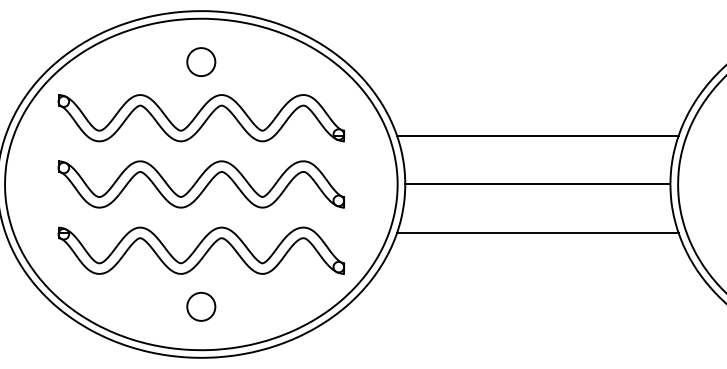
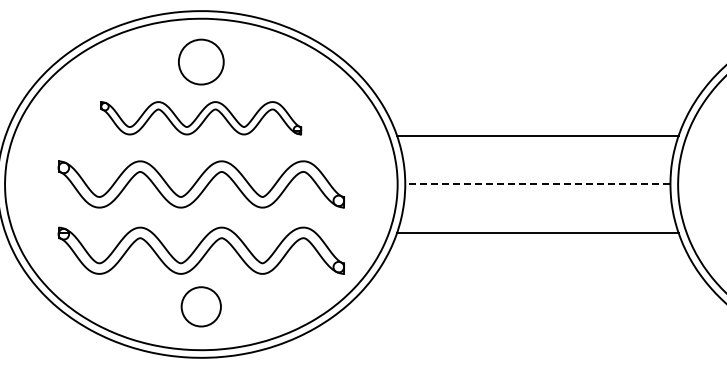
circle at (201, 62) diameter: 28 px -> 45 px
part at (200, 118) size: 288x49 px -> 203x35 px
line at (537, 184): solid -> dashed
circle at (201, 306) diameter: 28 px -> 39 px
